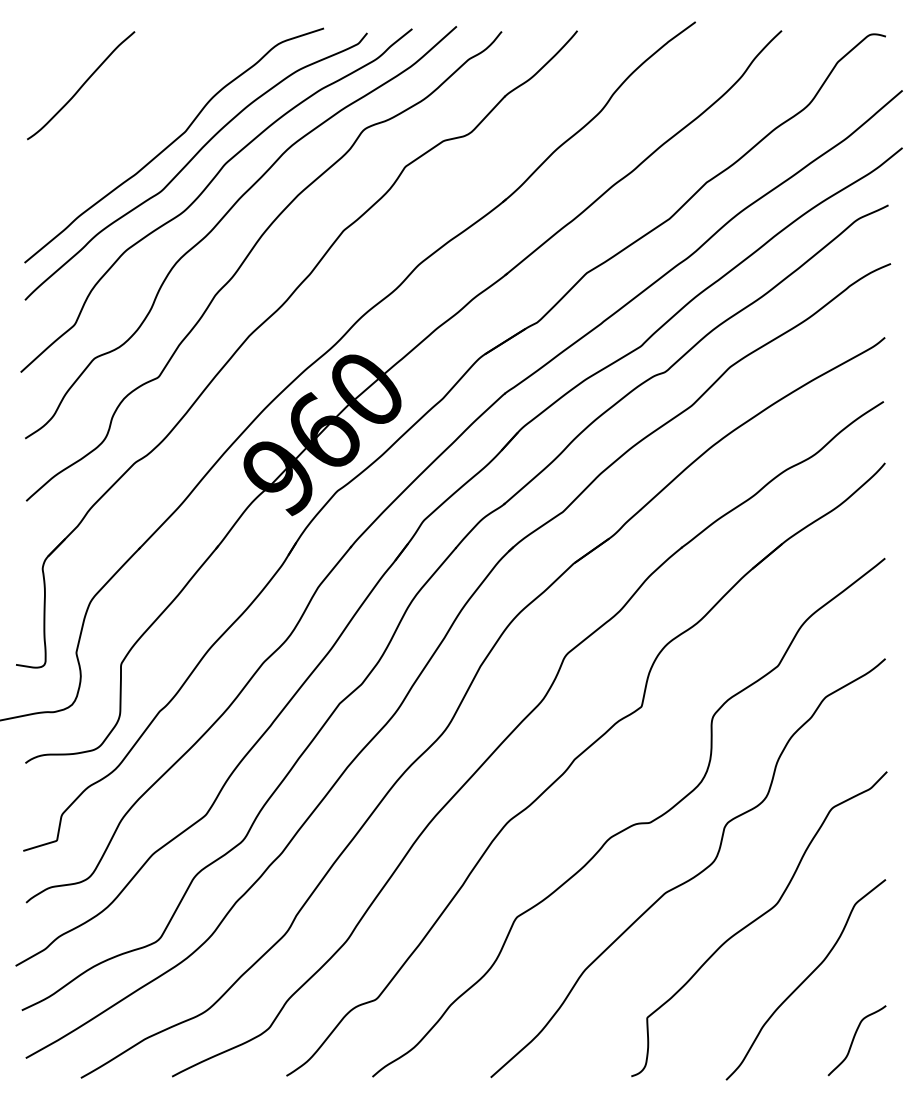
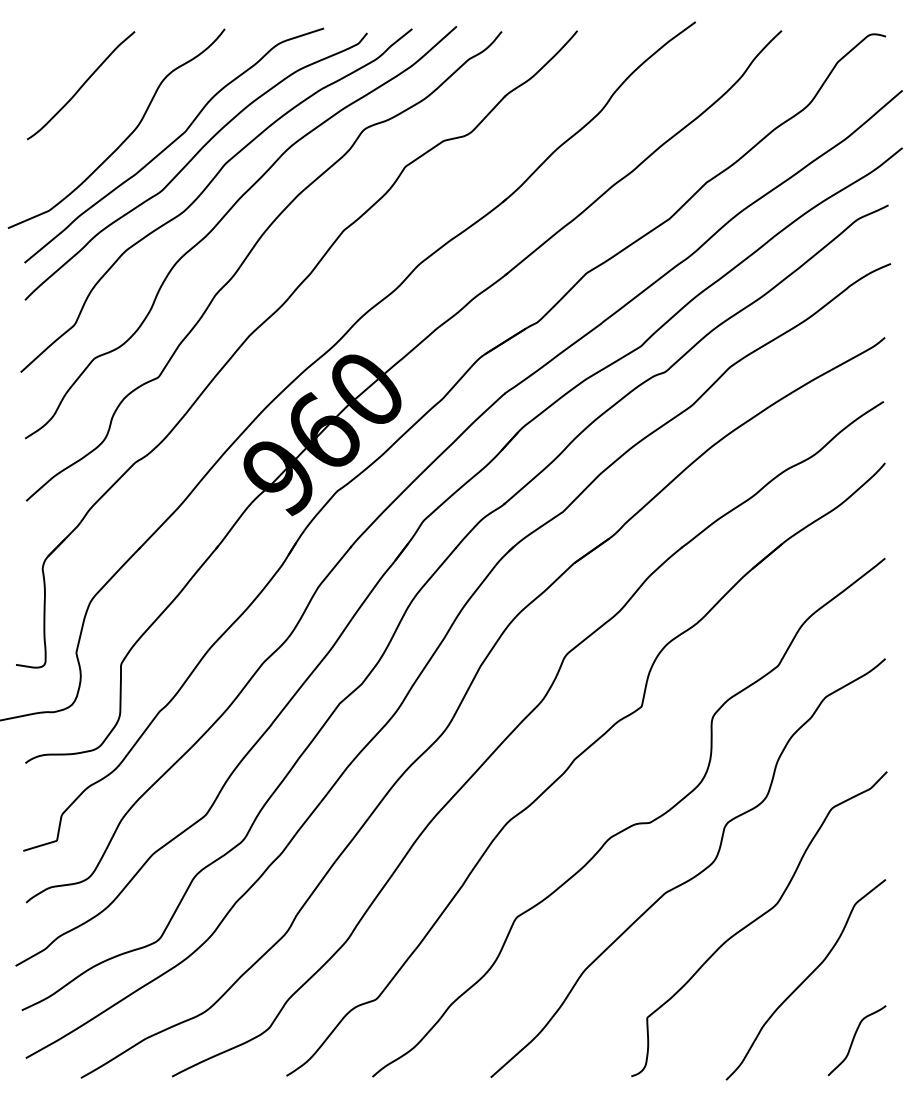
curve at (126, 137): none -> present
